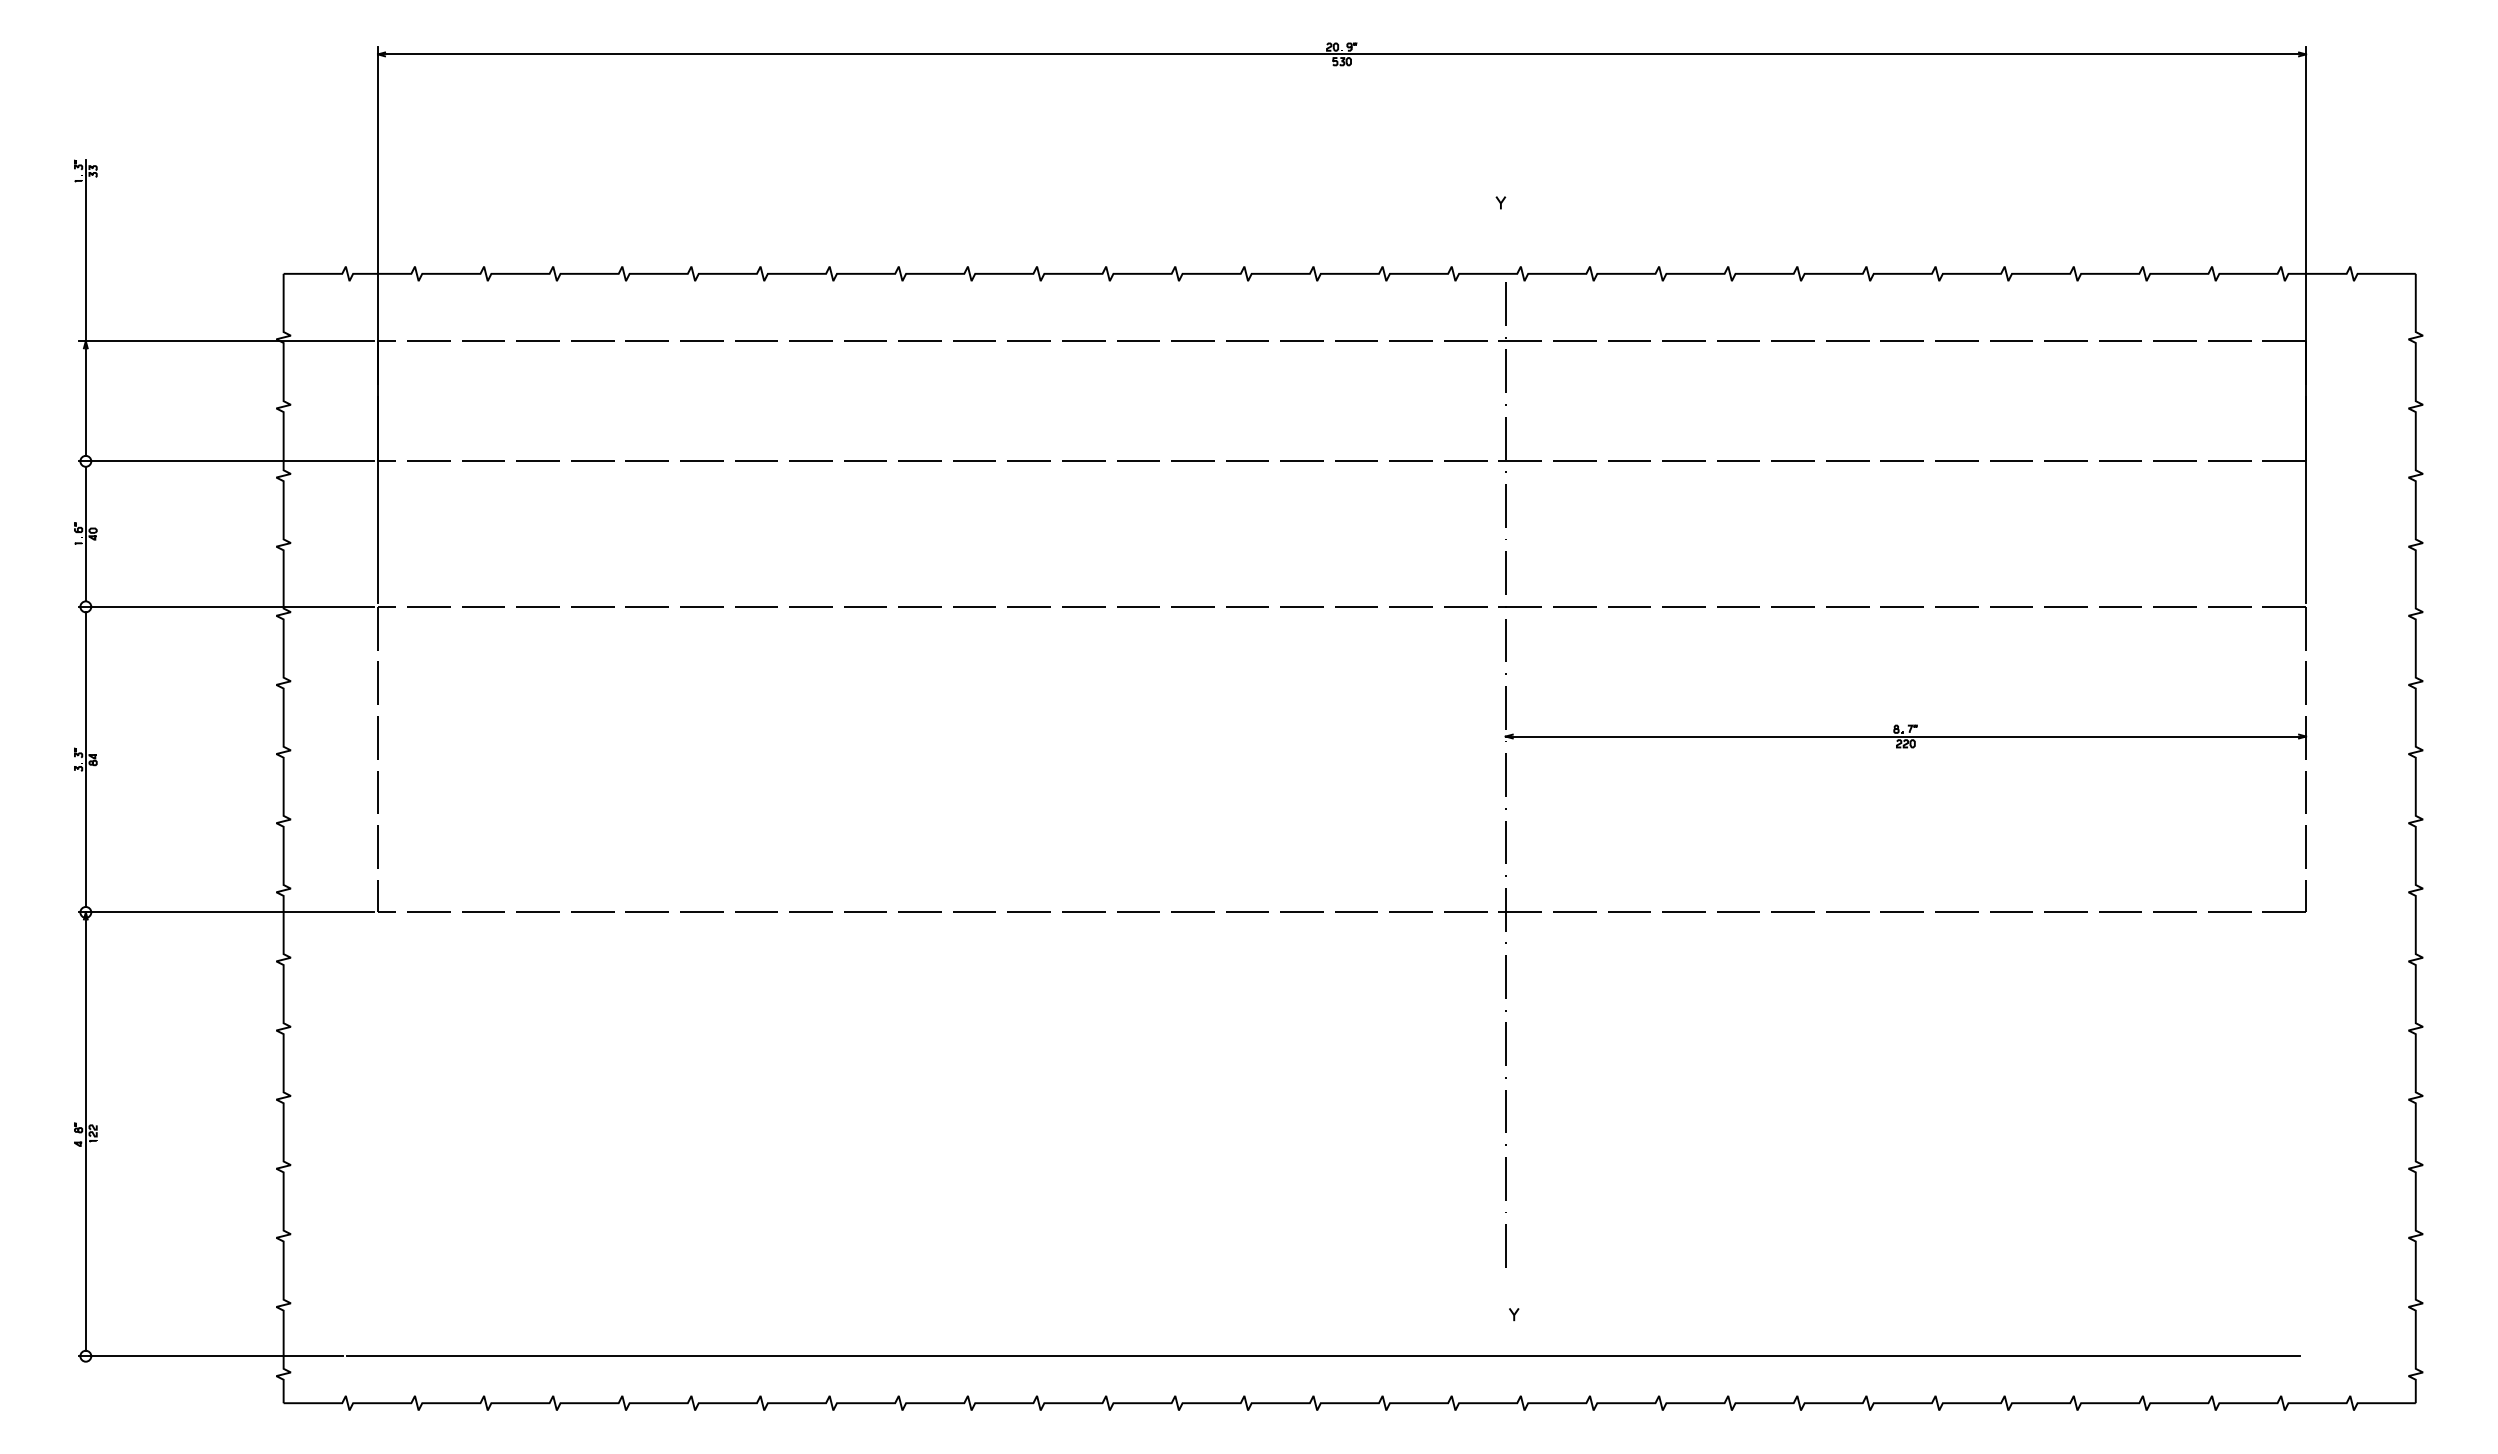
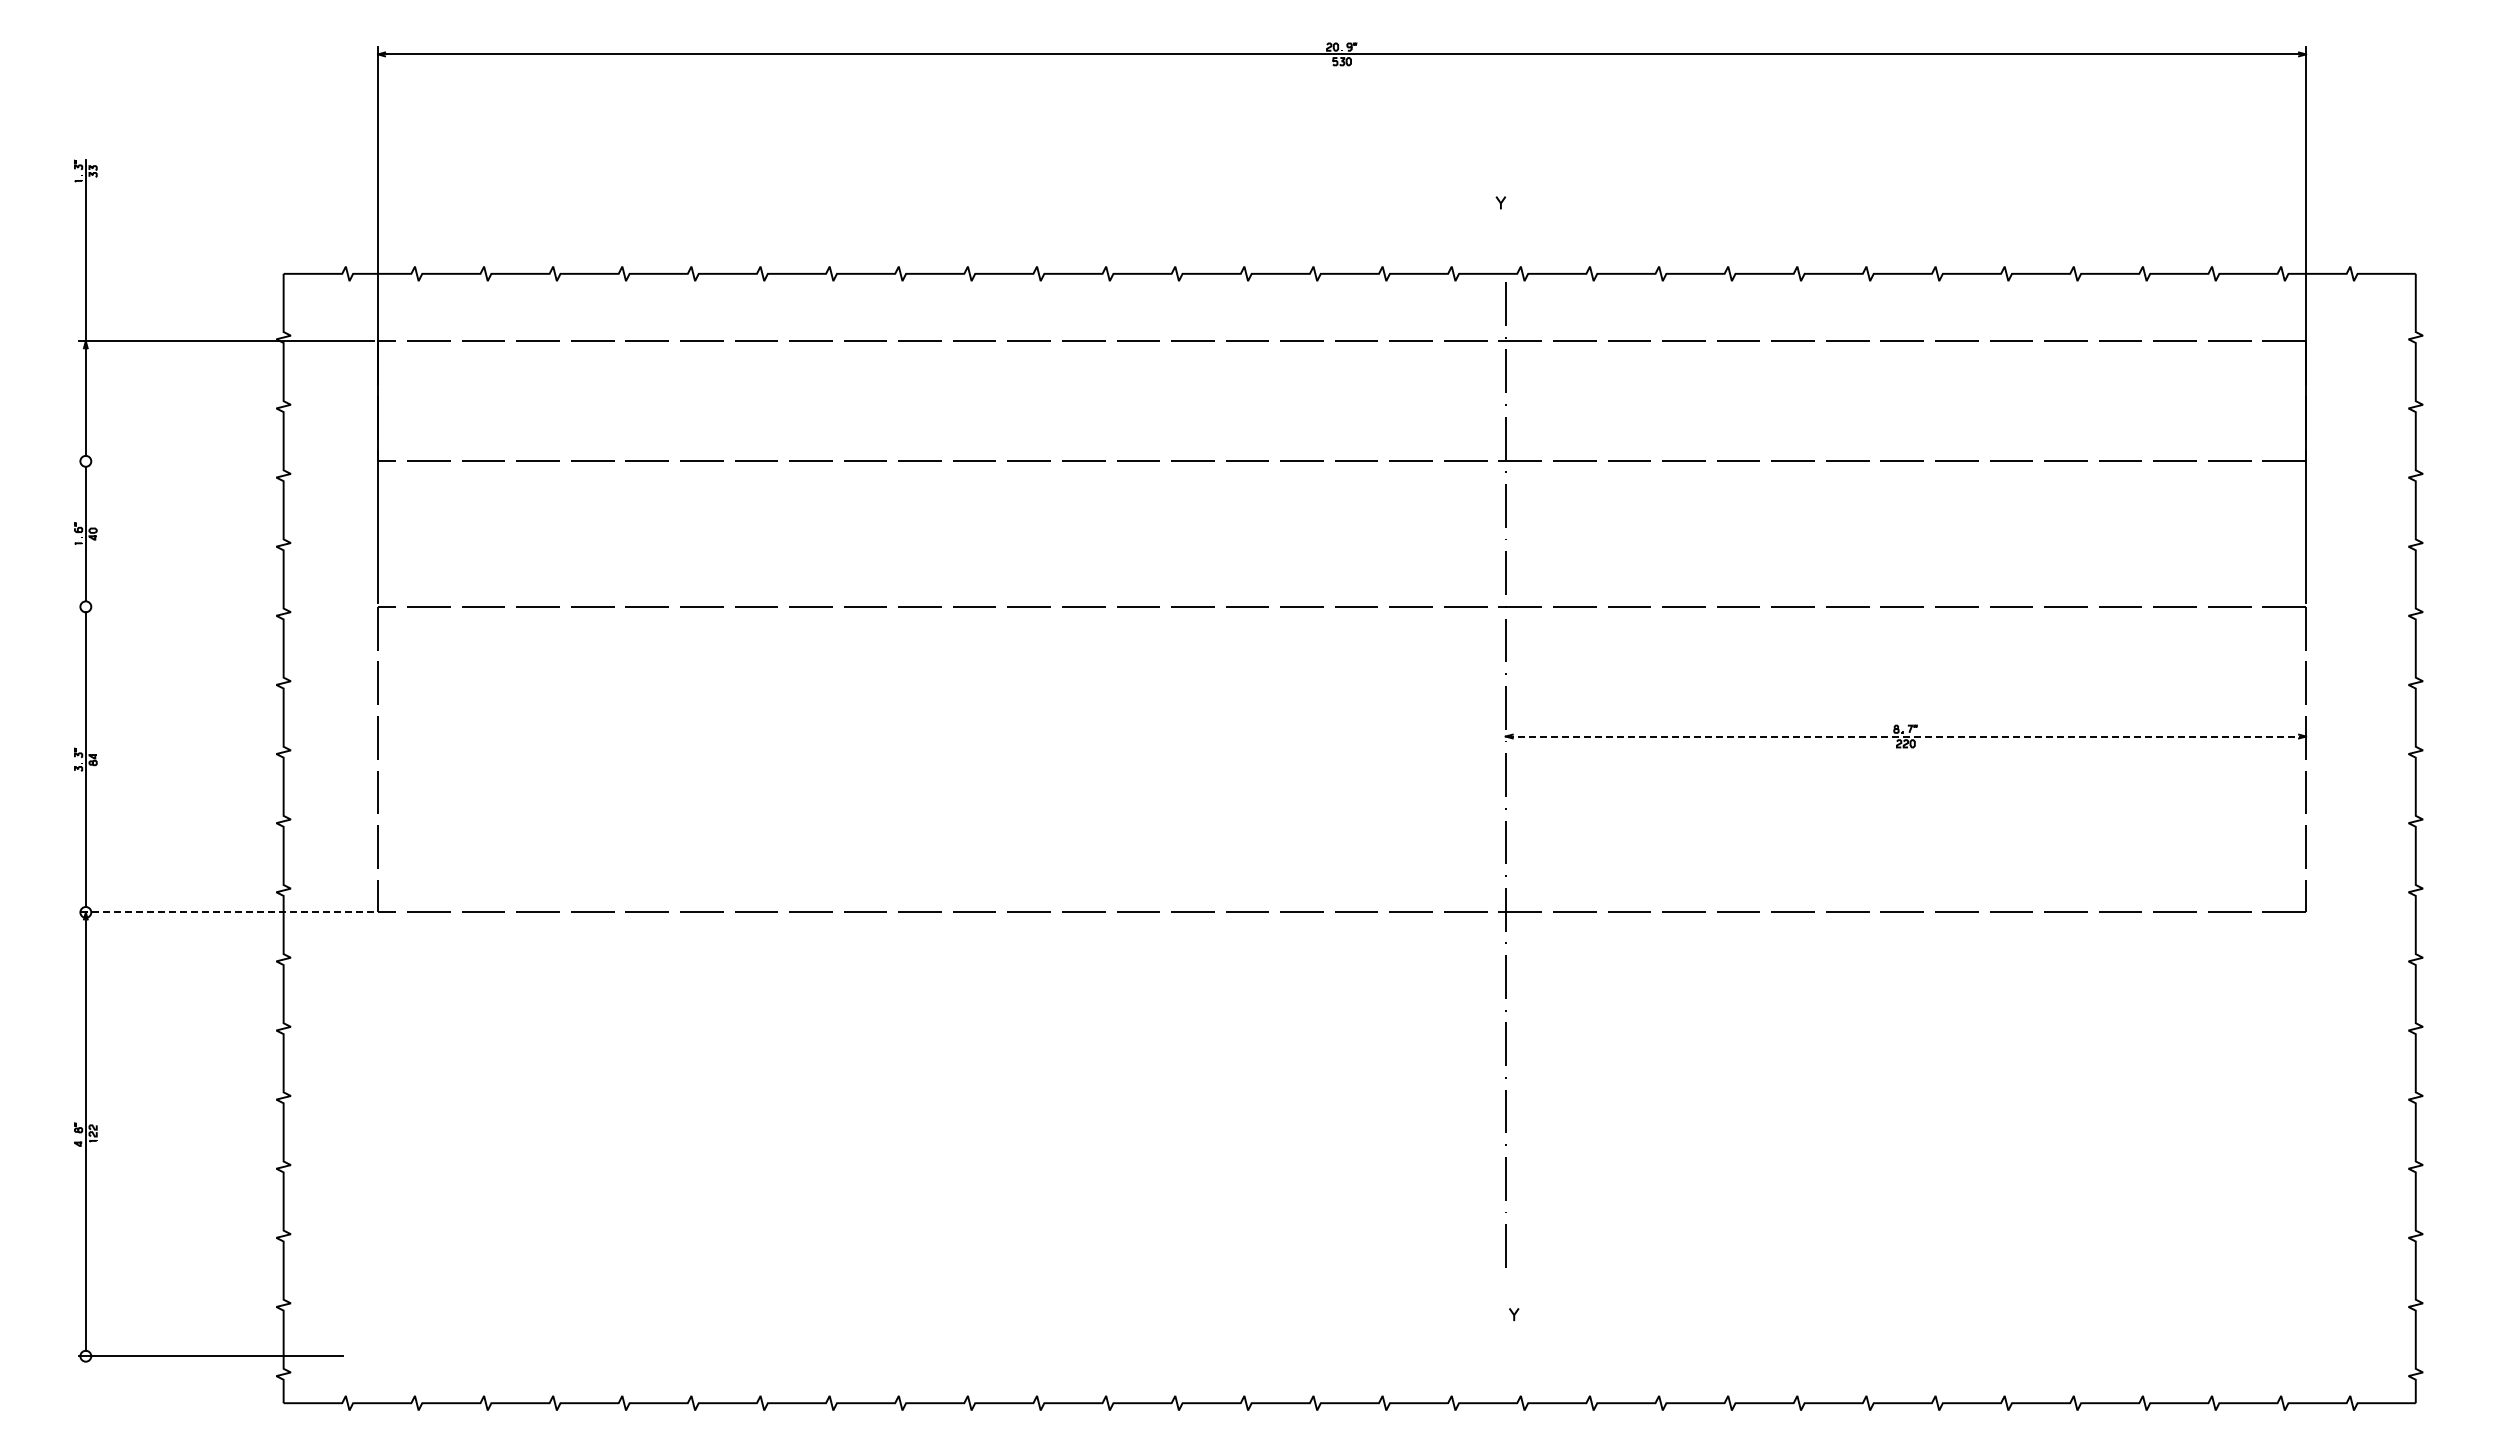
line at (226, 461): present -> none
line at (226, 606): present -> none
line at (1905, 736): solid -> dashed
line at (226, 912): solid -> dashed
line at (1322, 1356): present -> none
